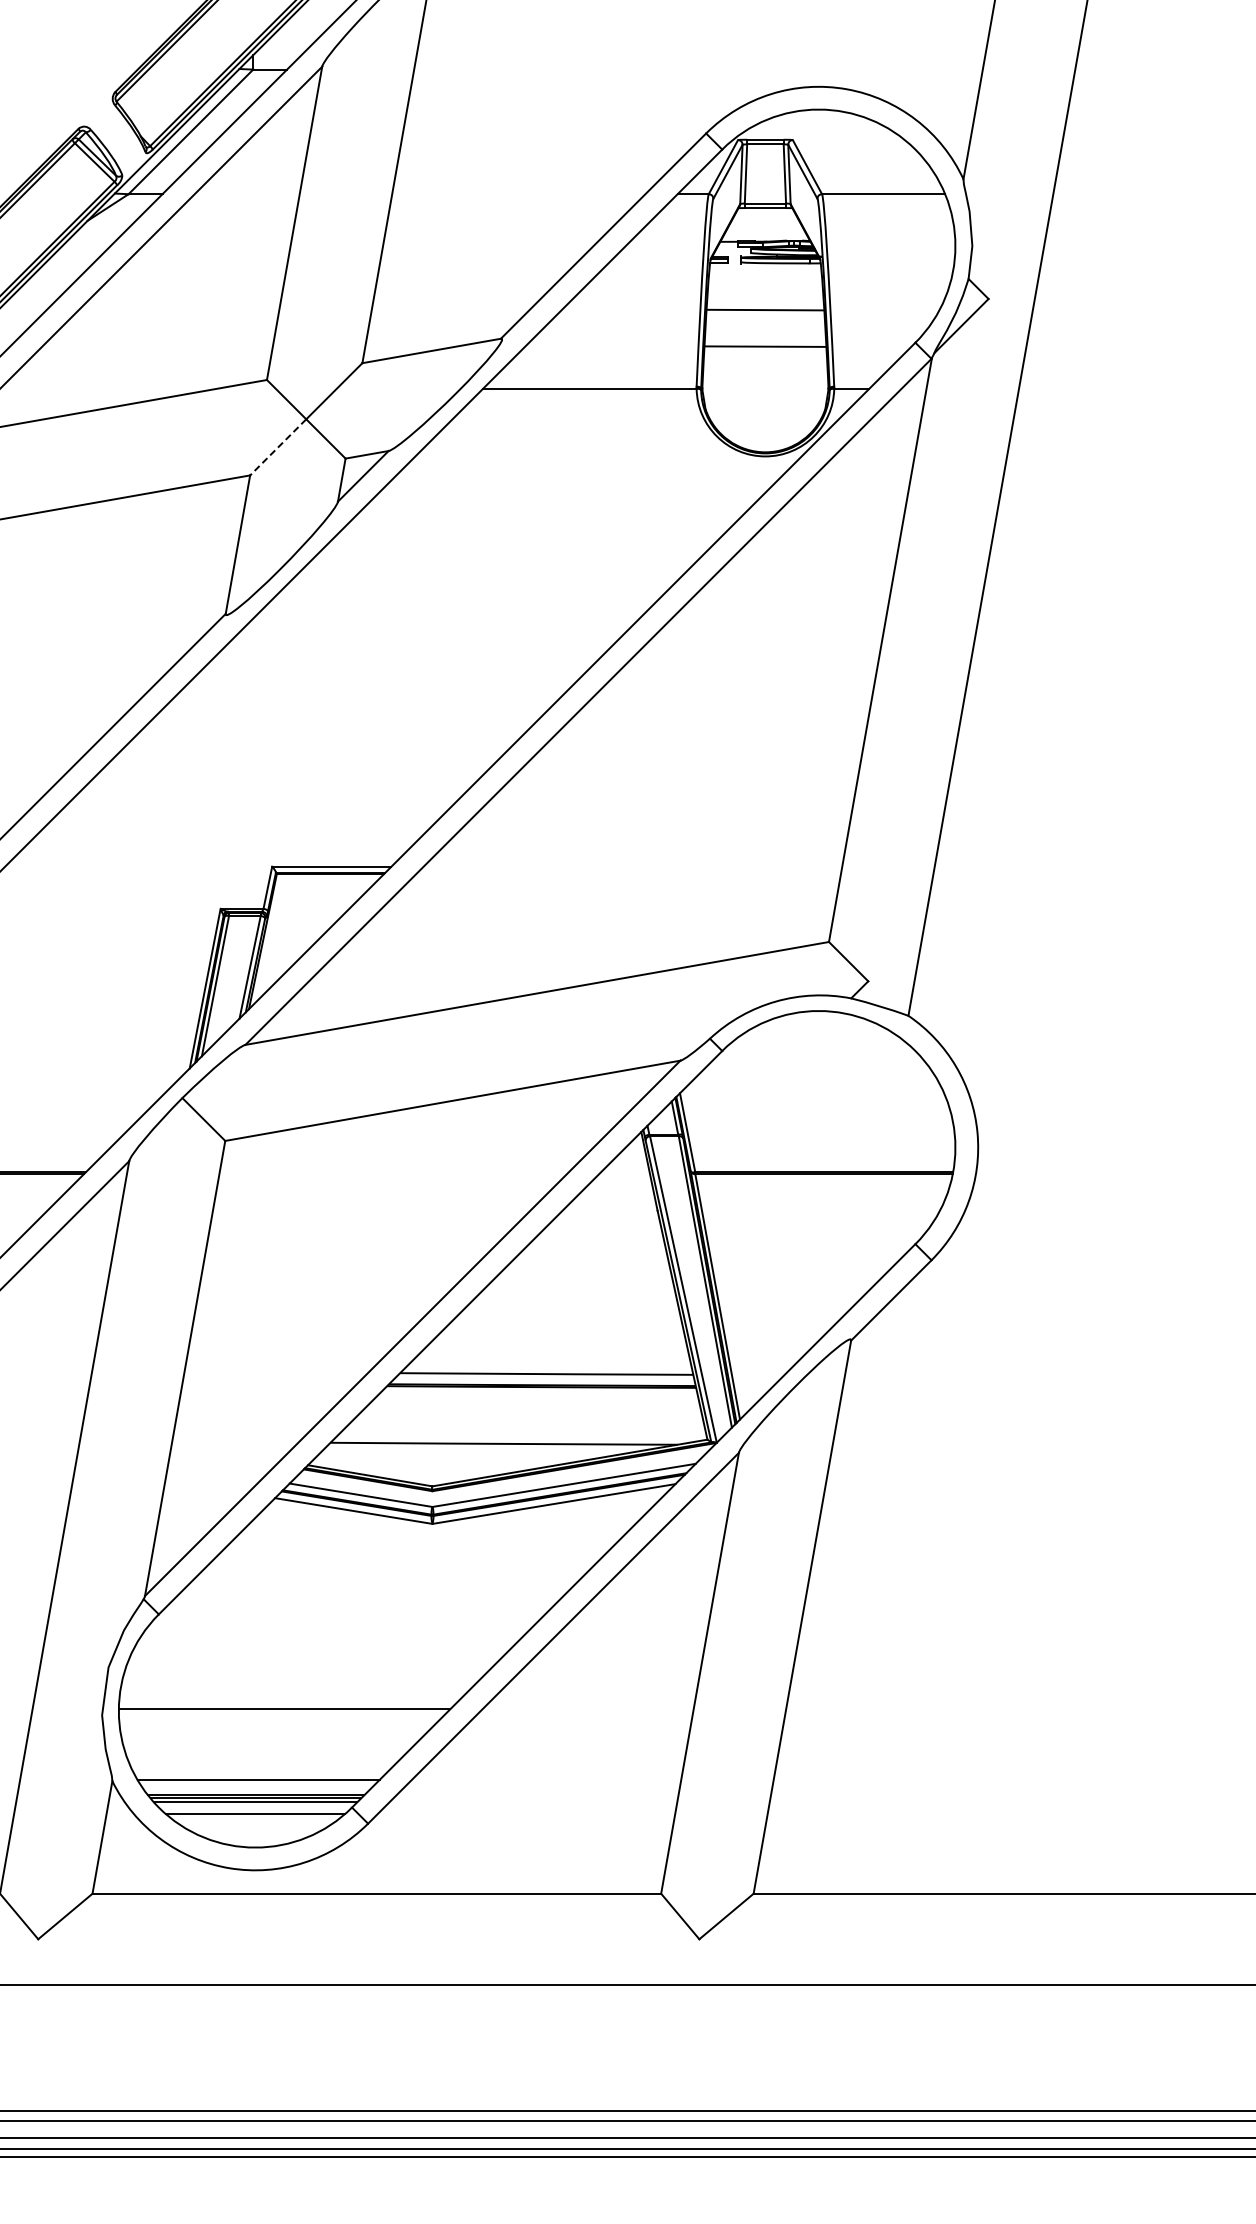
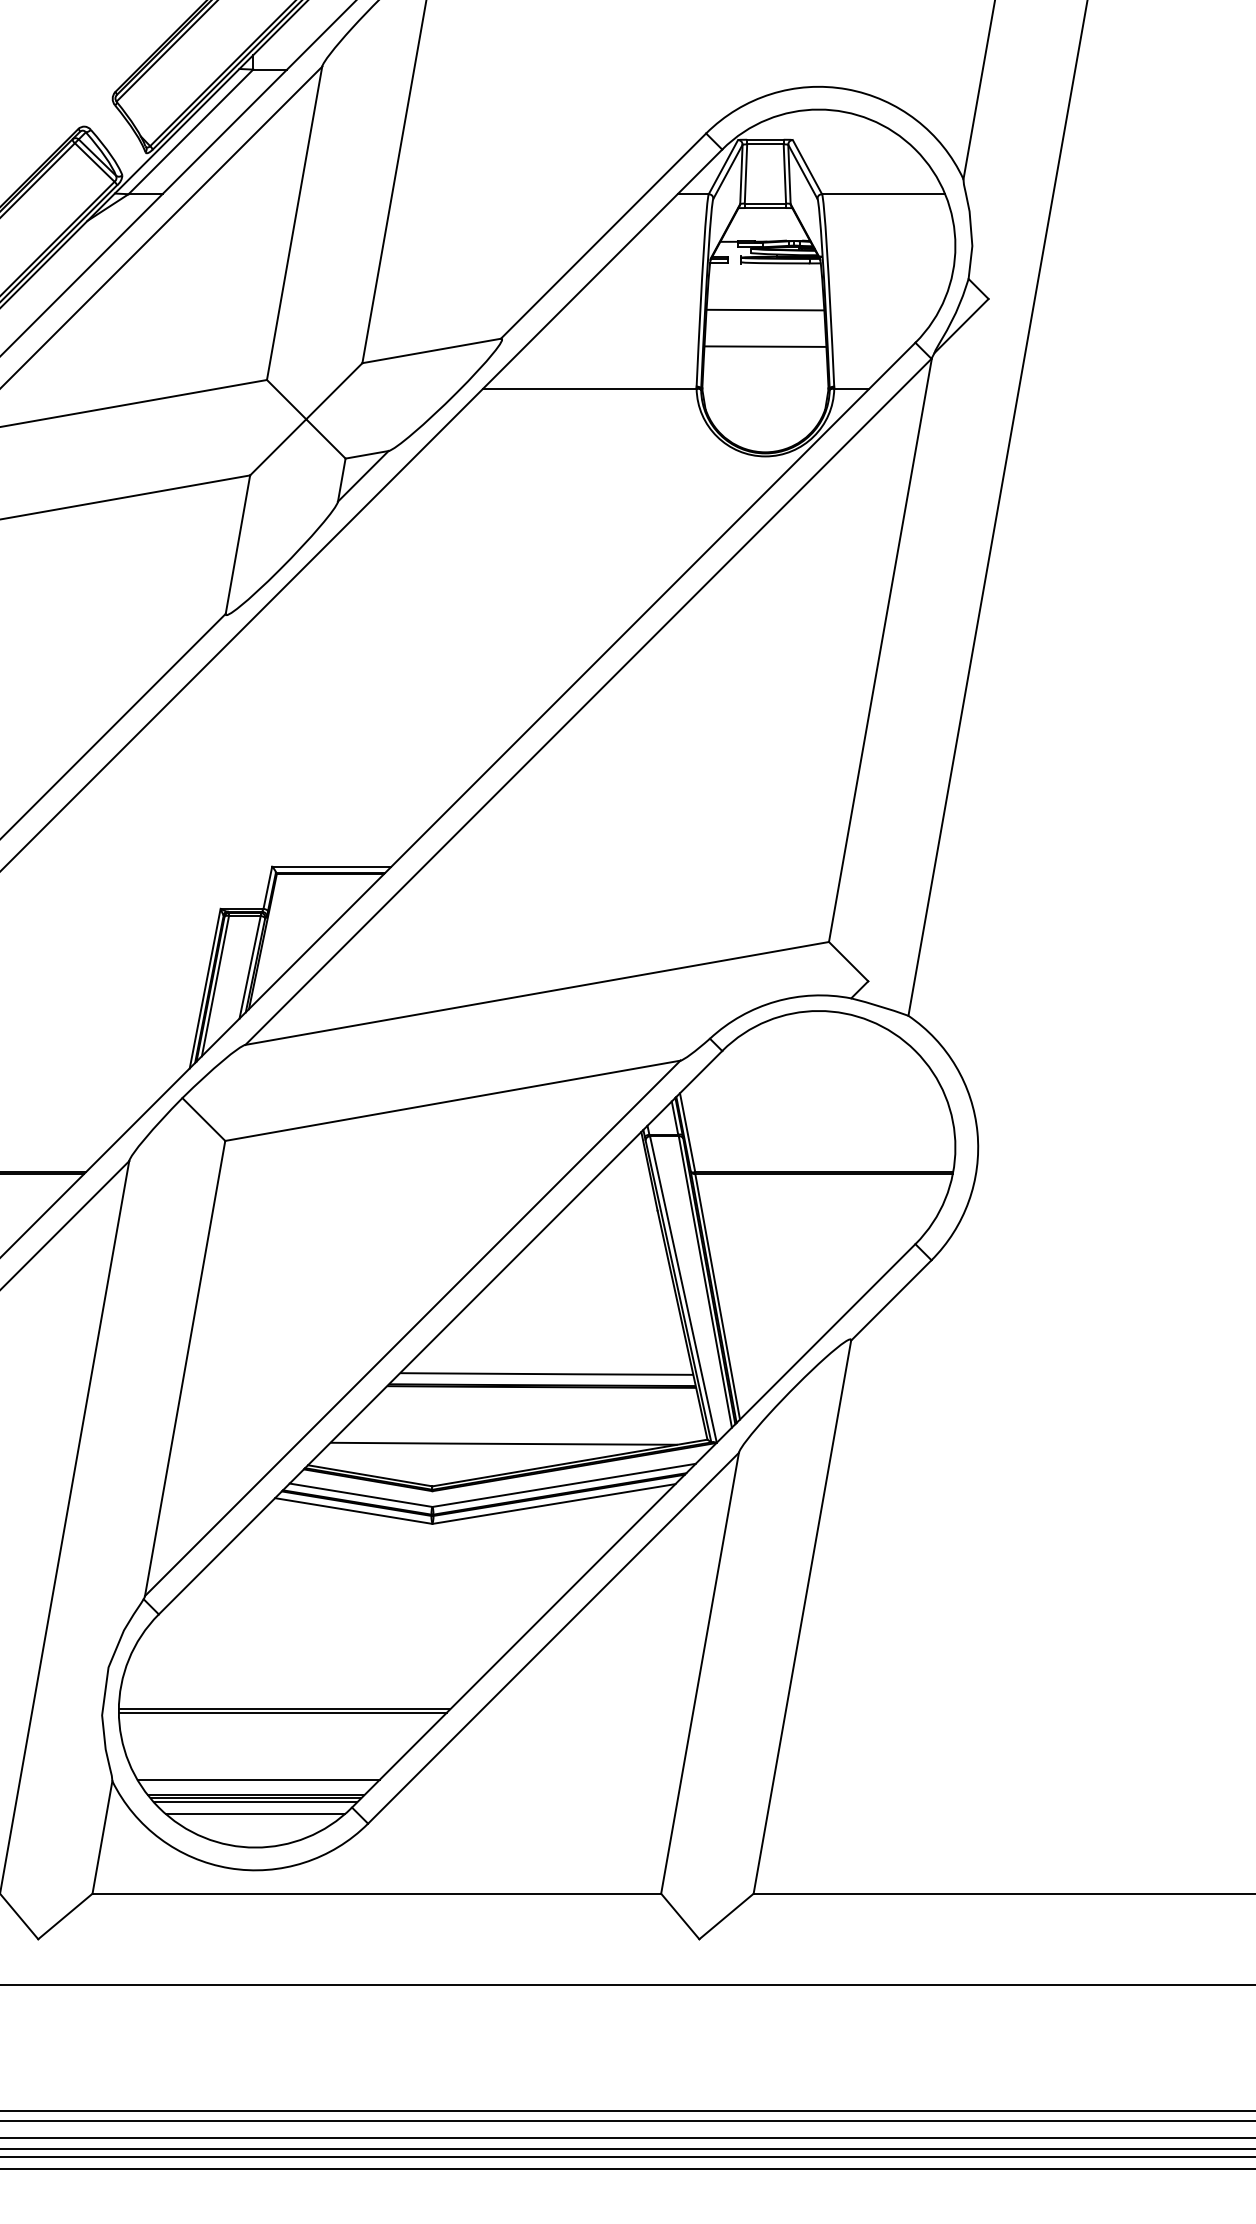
line at (278, 447): dashed -> solid
line at (282, 1712): none -> present
line at (627, 2168): none -> present
